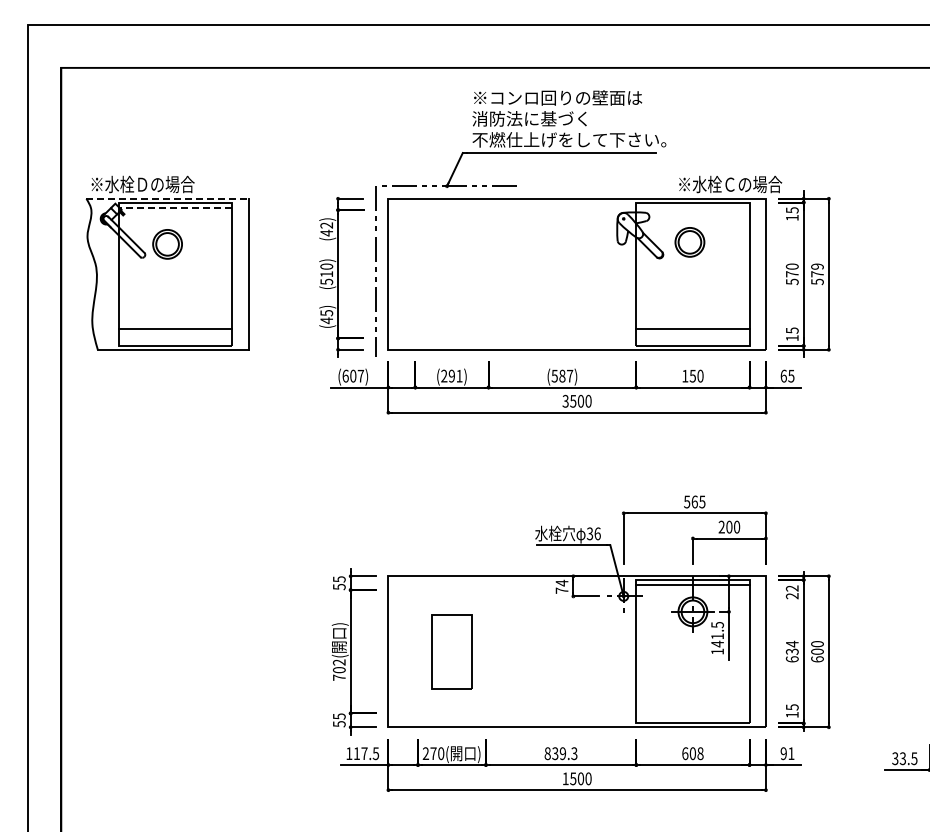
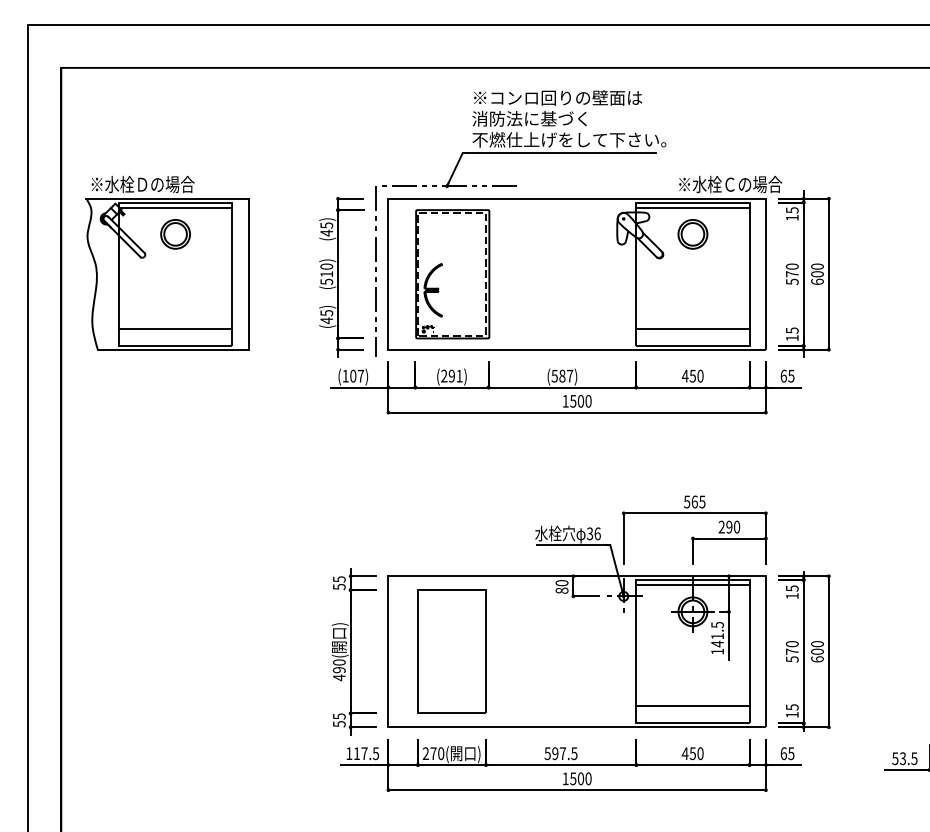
line at (168, 198): dashed -> solid
line at (175, 207): dashed -> solid
line at (692, 207): none -> present
text at (326, 225): (42) -> (45)
part at (689, 242) position: (689, 242) -> (692, 234)
part at (167, 244) position: (167, 244) -> (175, 234)
part at (452, 274): none -> present
text at (817, 274): 579 -> 600
text at (345, 375): (607) -> (107)
text at (684, 376): 150 -> 450
text at (565, 400): 3500 -> 1500
text at (729, 527): 200 -> 290
text at (561, 586): 74 -> 80
text at (791, 592): 22 -> 15
part at (451, 651) size: 42x76 px -> 70x125 px
text at (791, 651): 634 -> 570
text at (339, 670): 702( -> 490(
line at (692, 706): none -> present
text at (560, 753): 839.3 -> 597.5
text at (692, 753): 608 -> 450
text at (787, 753): 91 -> 65
text at (895, 758): 33.5 -> 53.5
